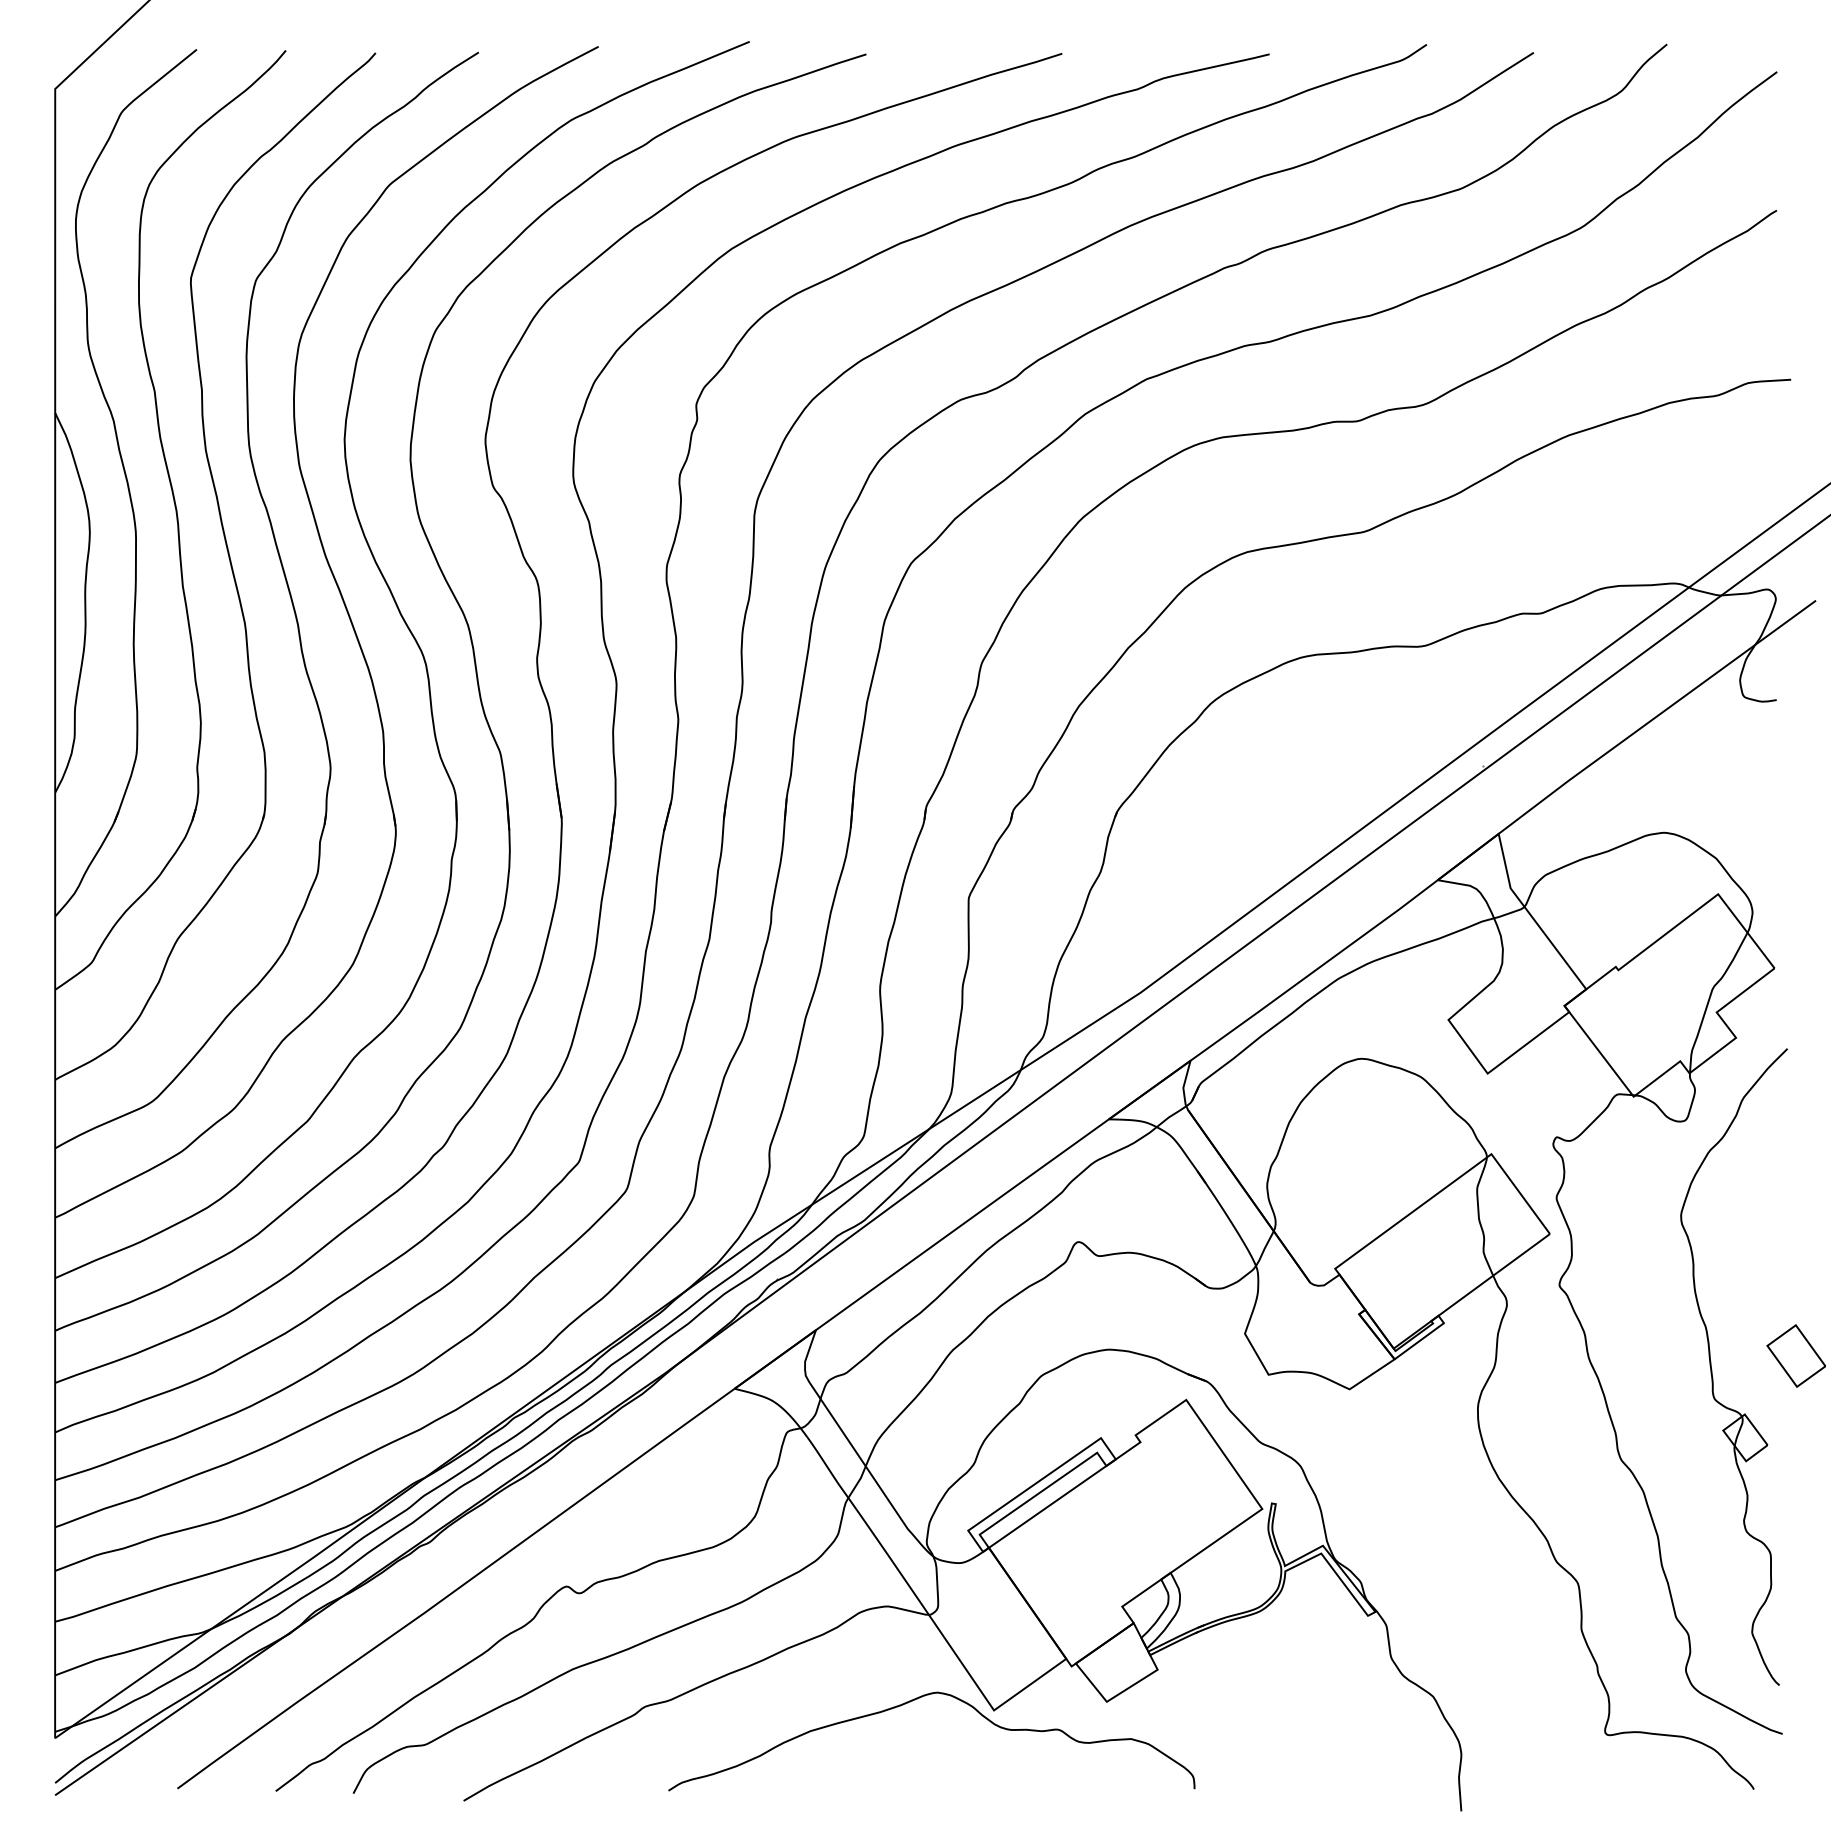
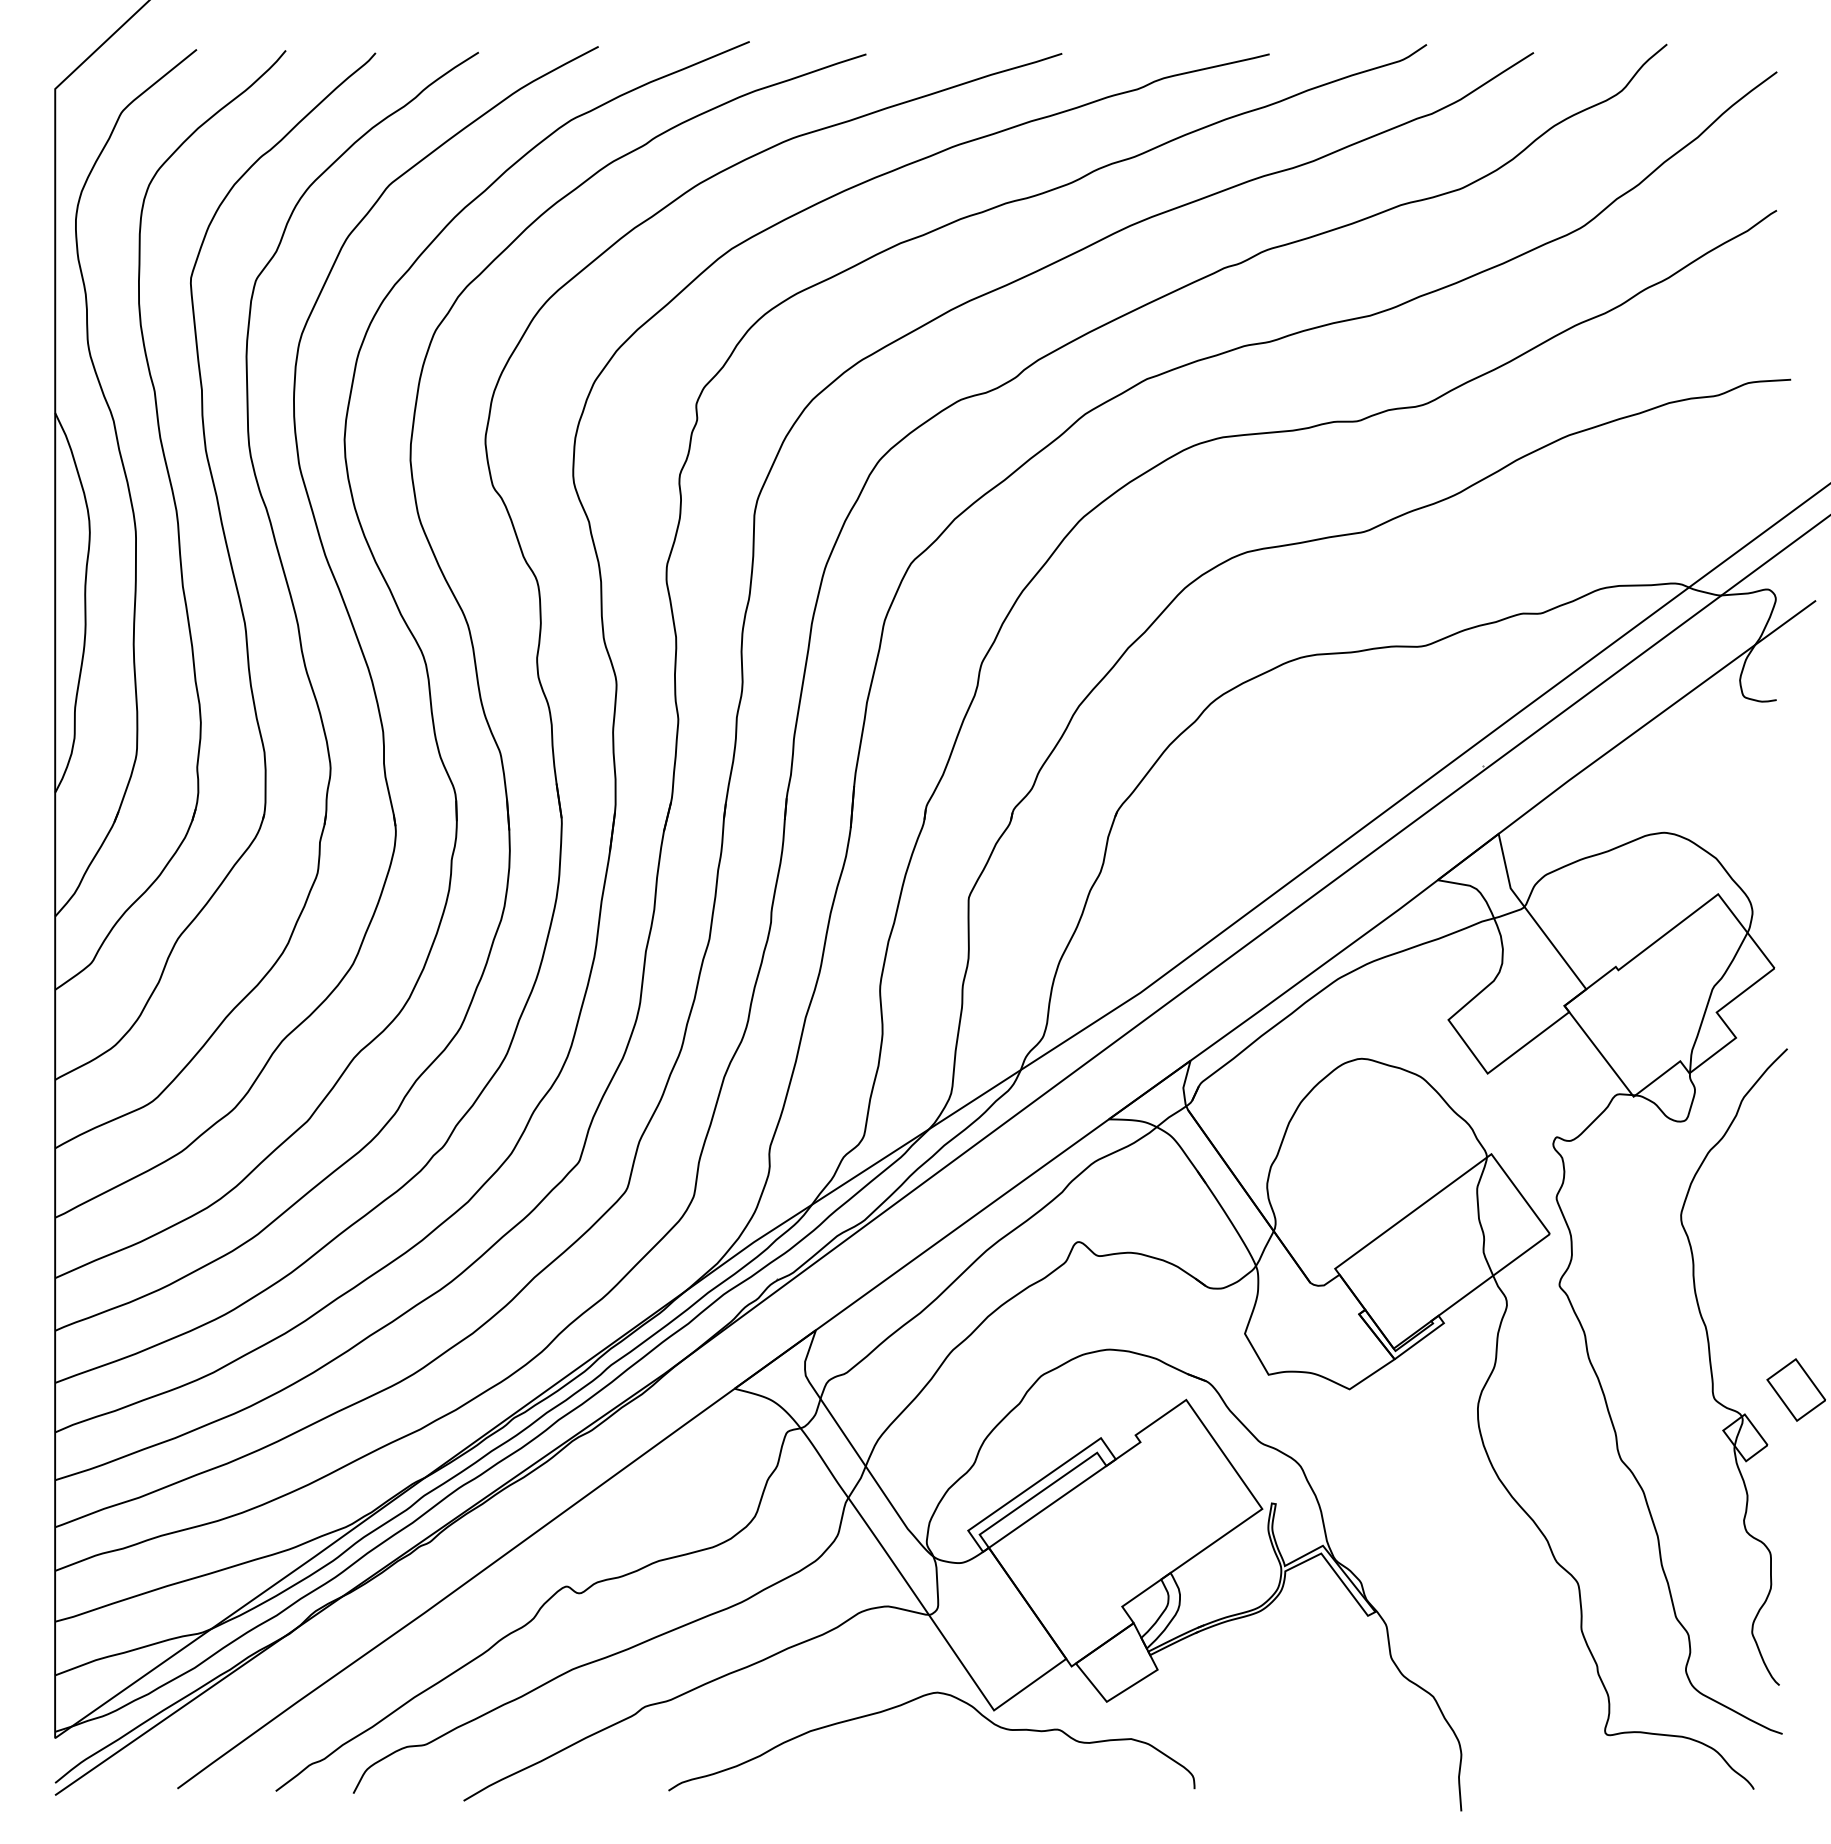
part at (1795, 1355) position: (1795, 1355) -> (1795, 1389)
